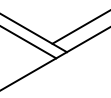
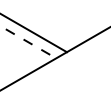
line at (79, 27): present -> none
line at (28, 42): solid -> dashed
